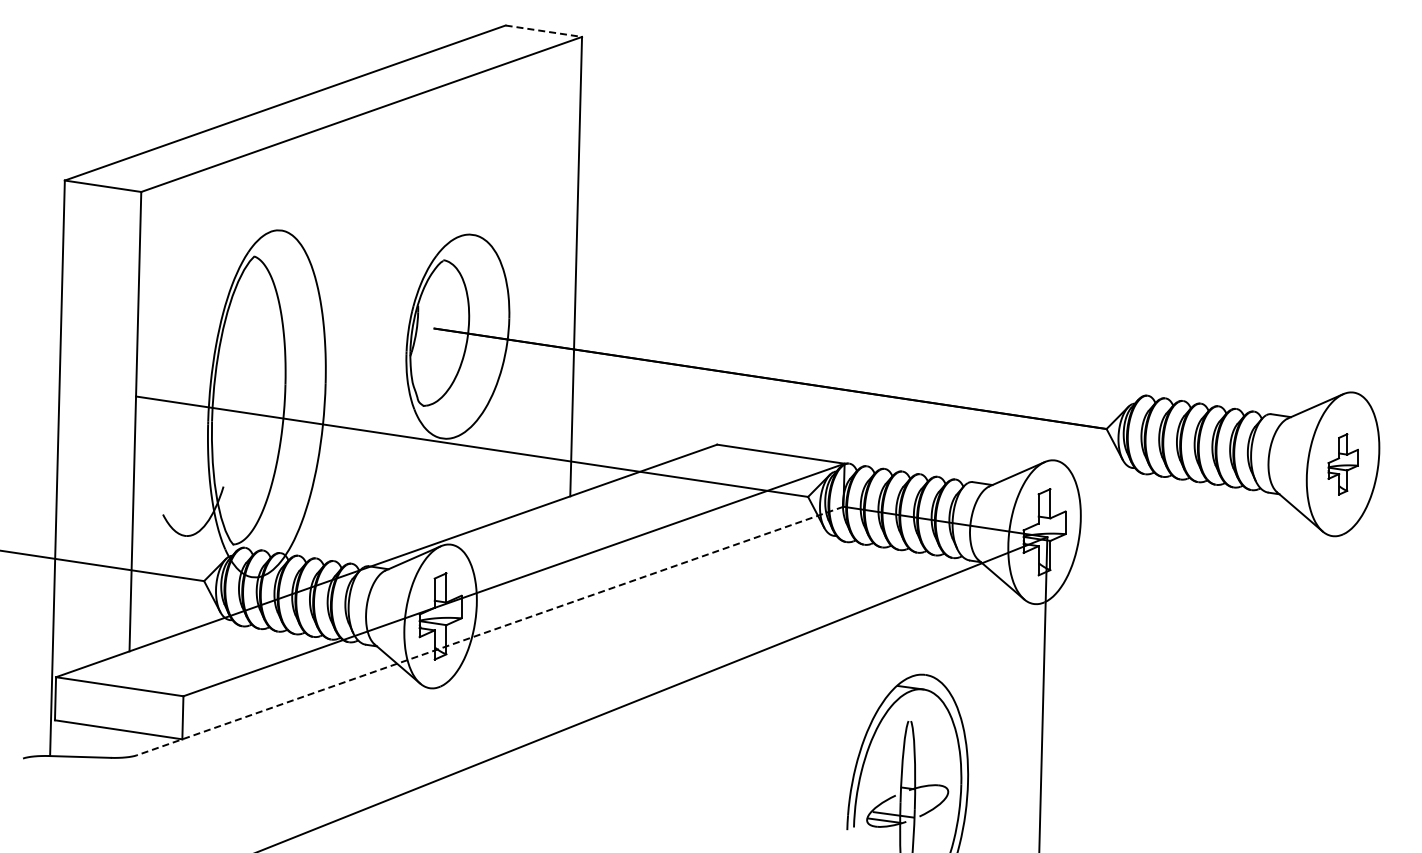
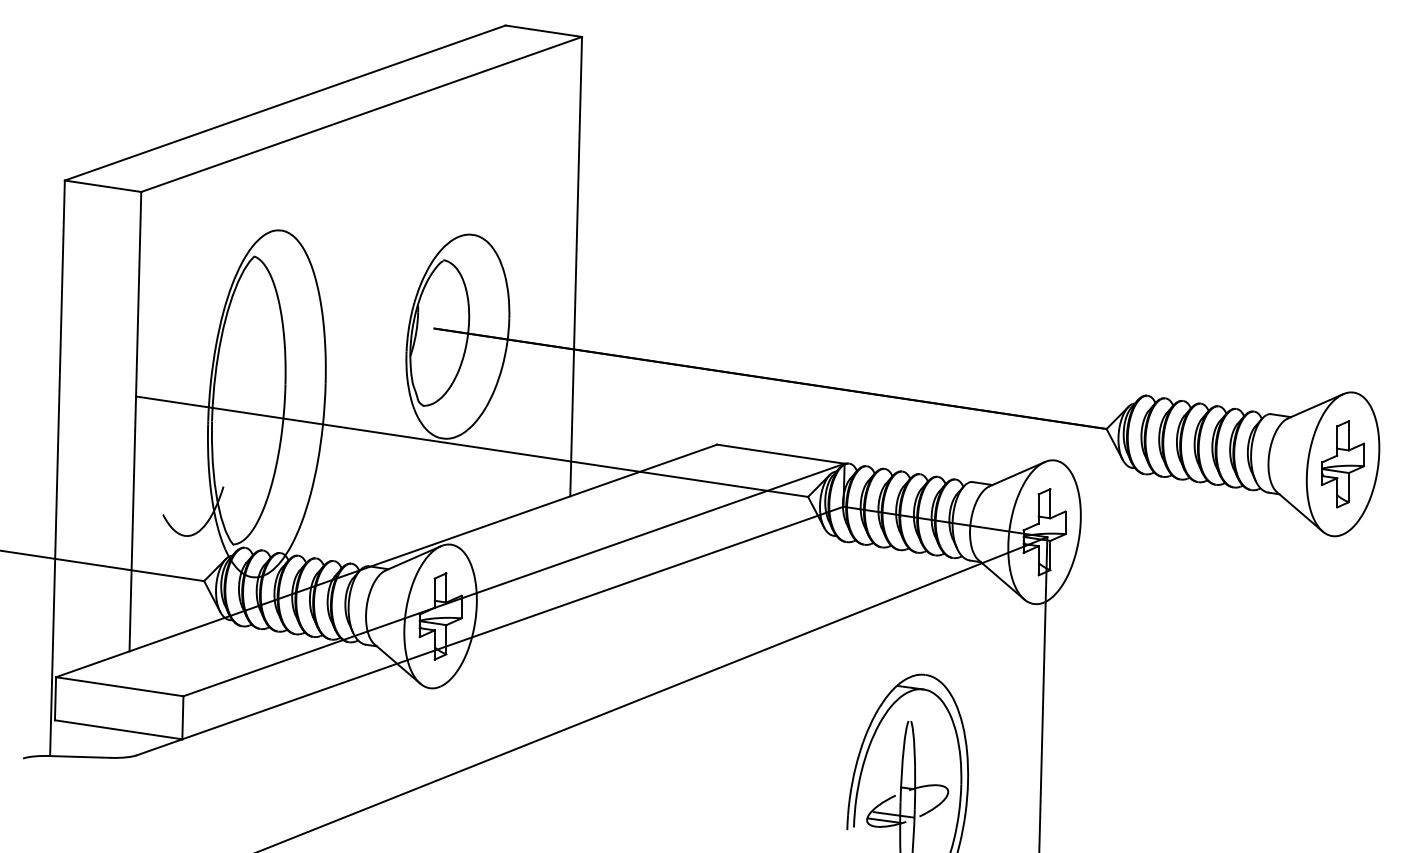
line at (543, 31): dashed -> solid
part at (1342, 464) size: 32x63 px -> 45x89 px
line at (489, 631): dashed -> solid
